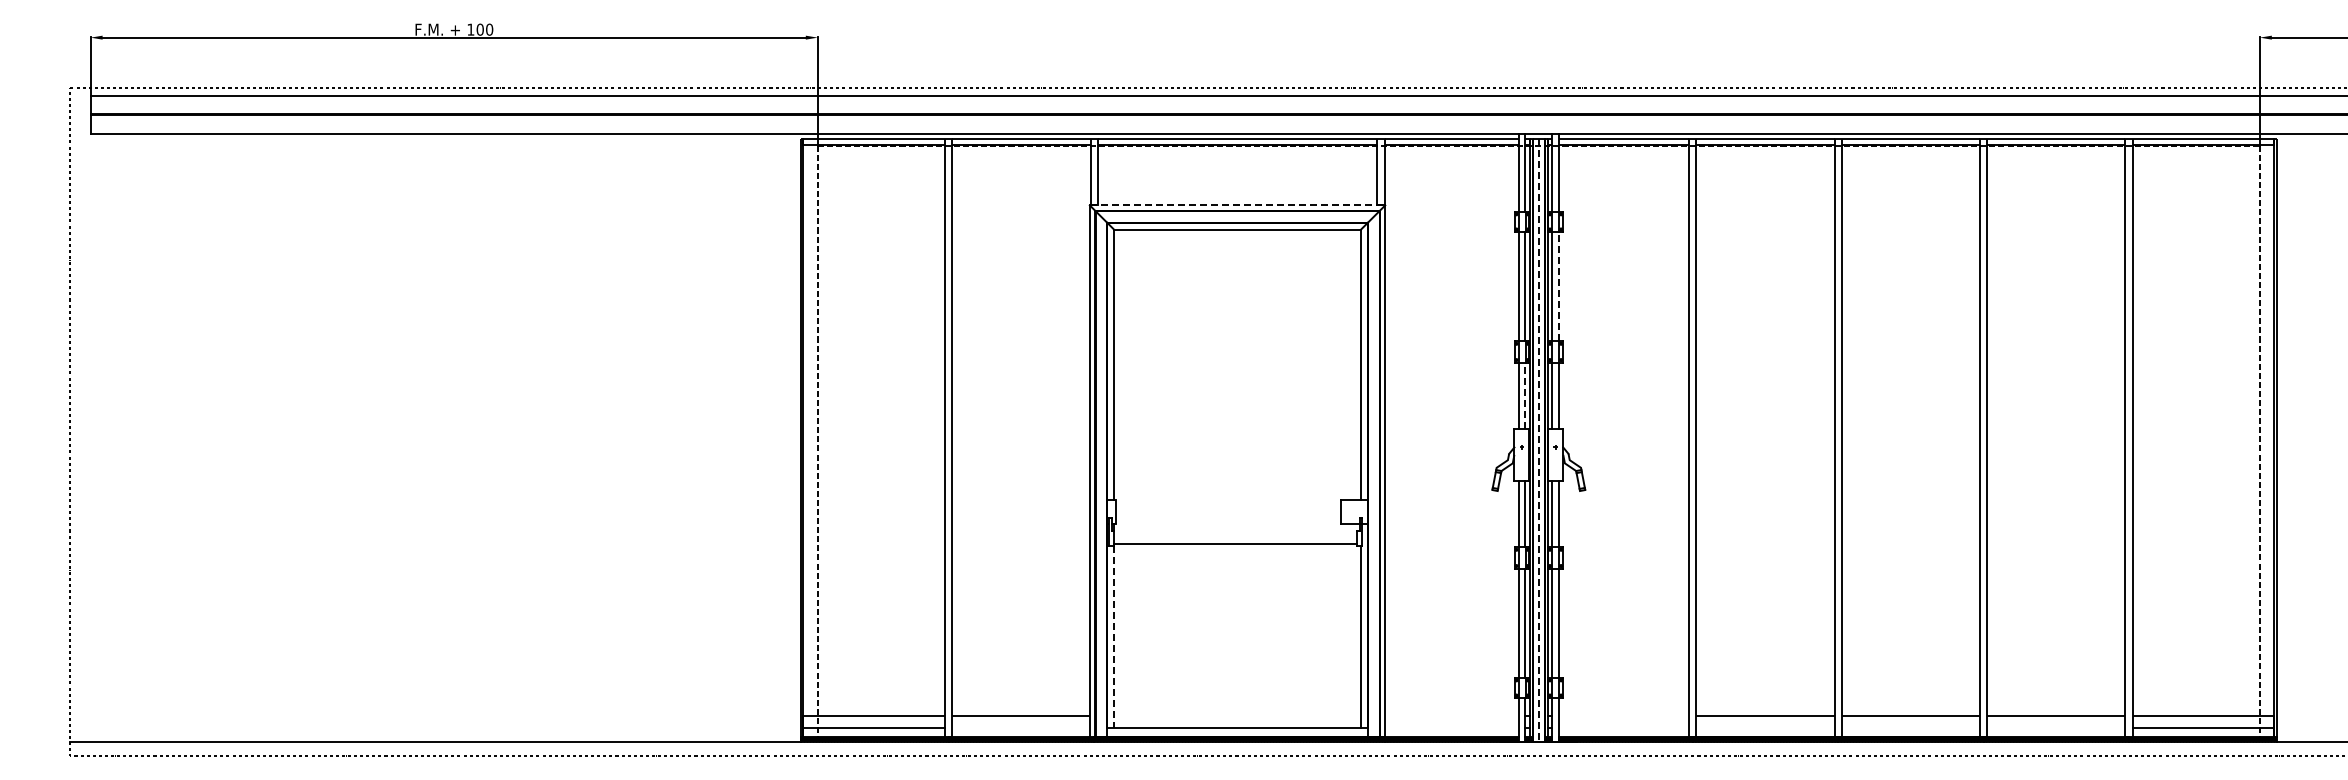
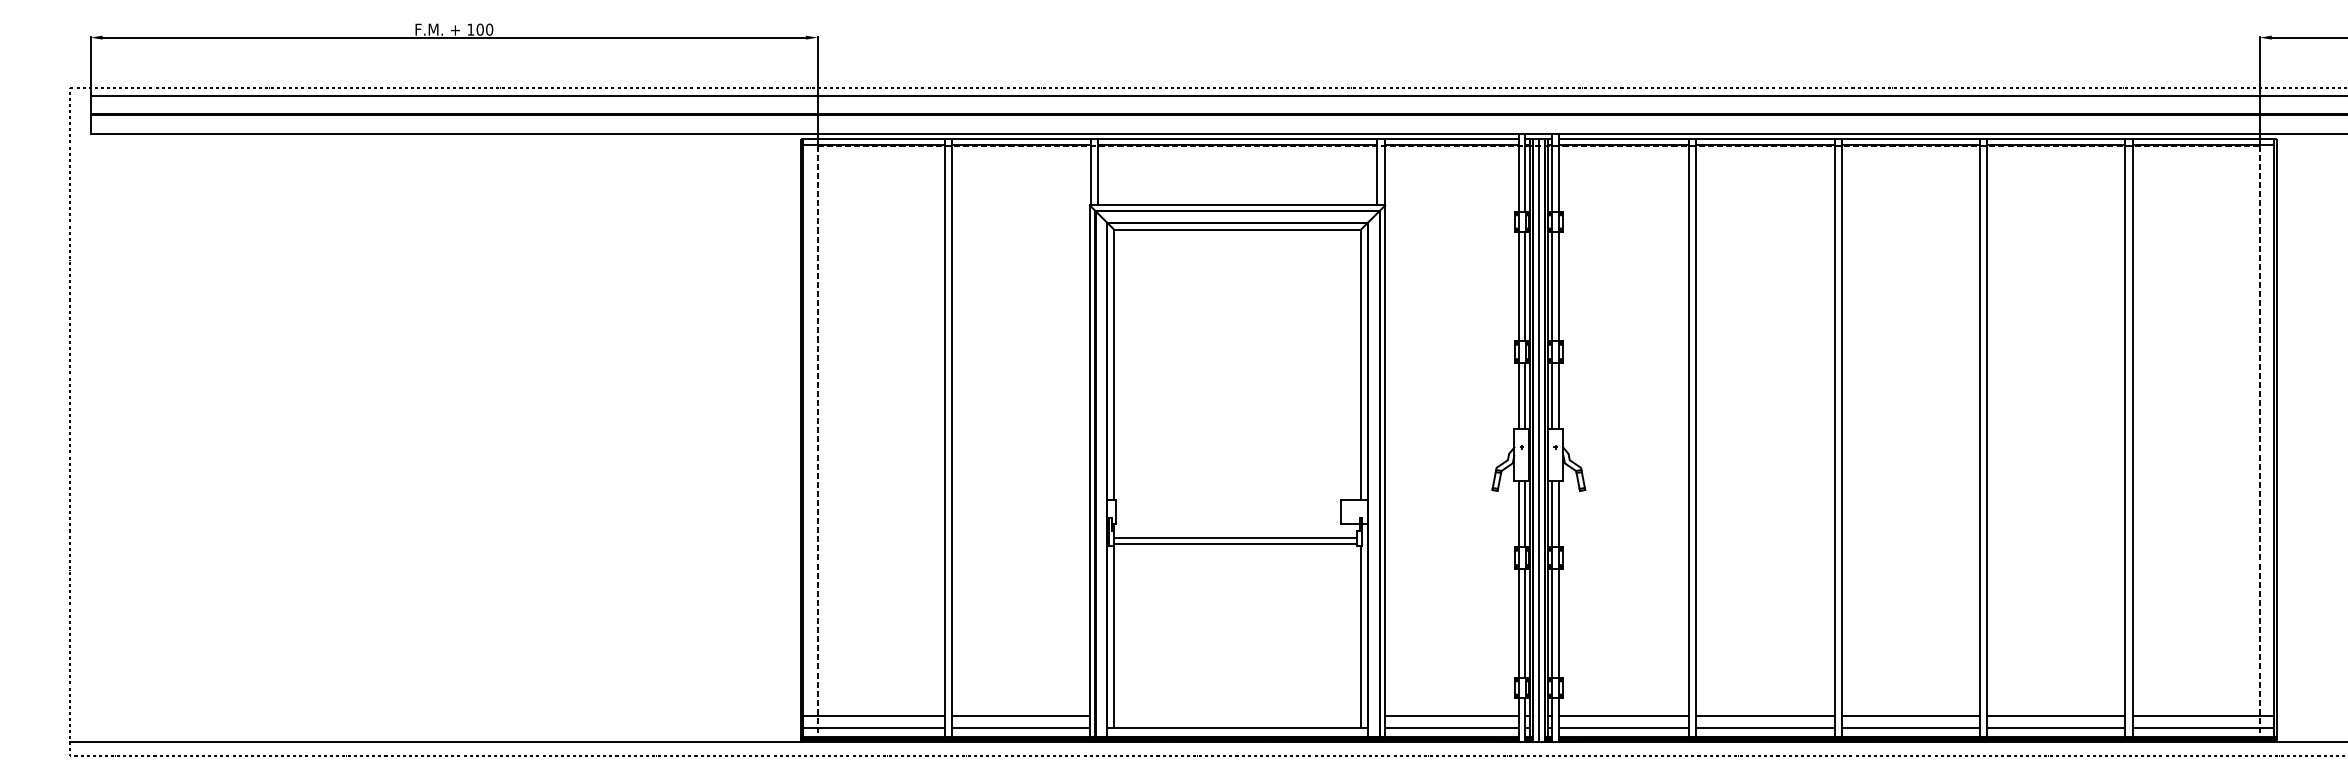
line at (1237, 205): dashed -> solid
line at (1558, 286): dashed -> solid
line at (1525, 395): dashed -> solid
line at (1538, 440): dashed -> solid
line at (1235, 537): none -> present
line at (1114, 636): dashed -> solid
line at (1451, 715): none -> present
line at (1623, 715): none -> present
line at (1021, 727): none -> present
line at (1451, 727): none -> present
line at (1623, 727): none -> present
line at (1765, 727): none -> present
line at (1910, 727): none -> present
line at (2056, 727): none -> present
